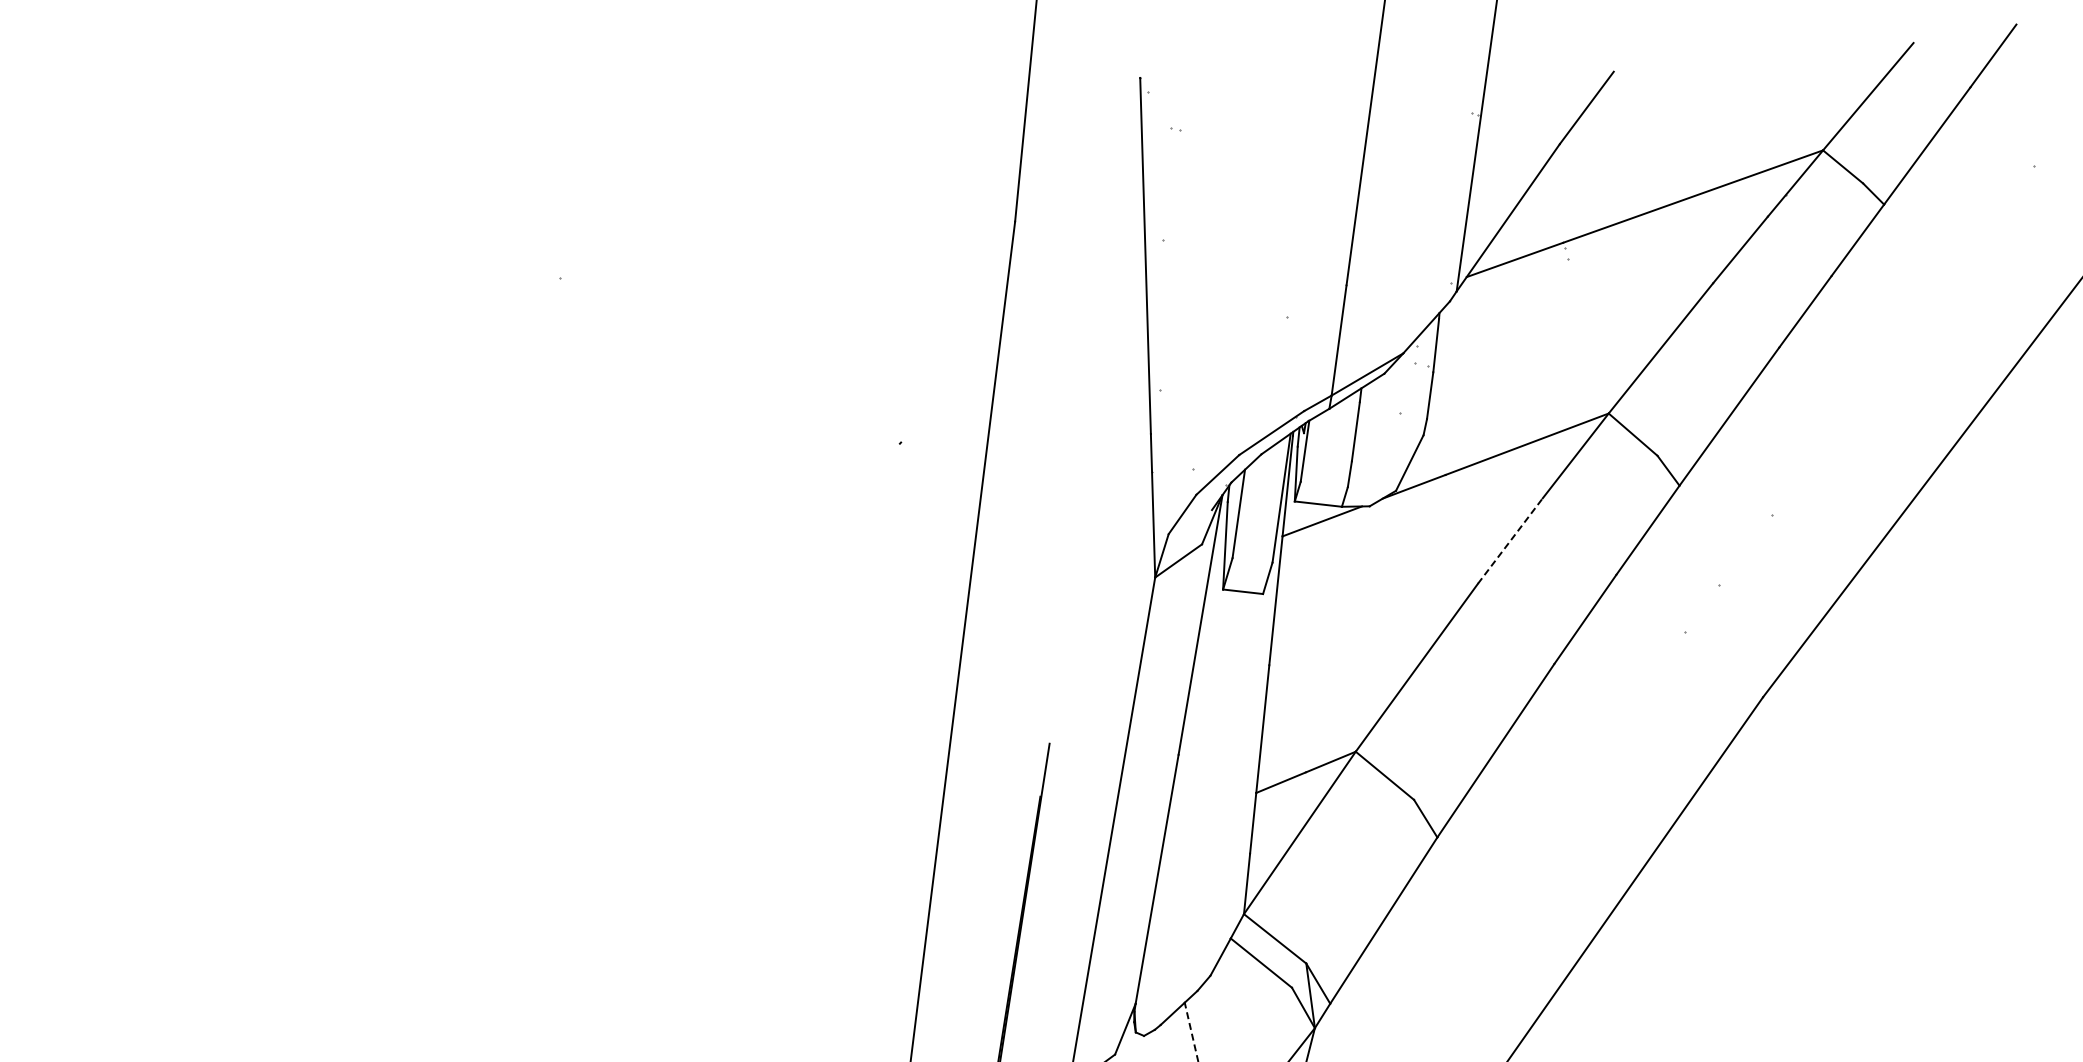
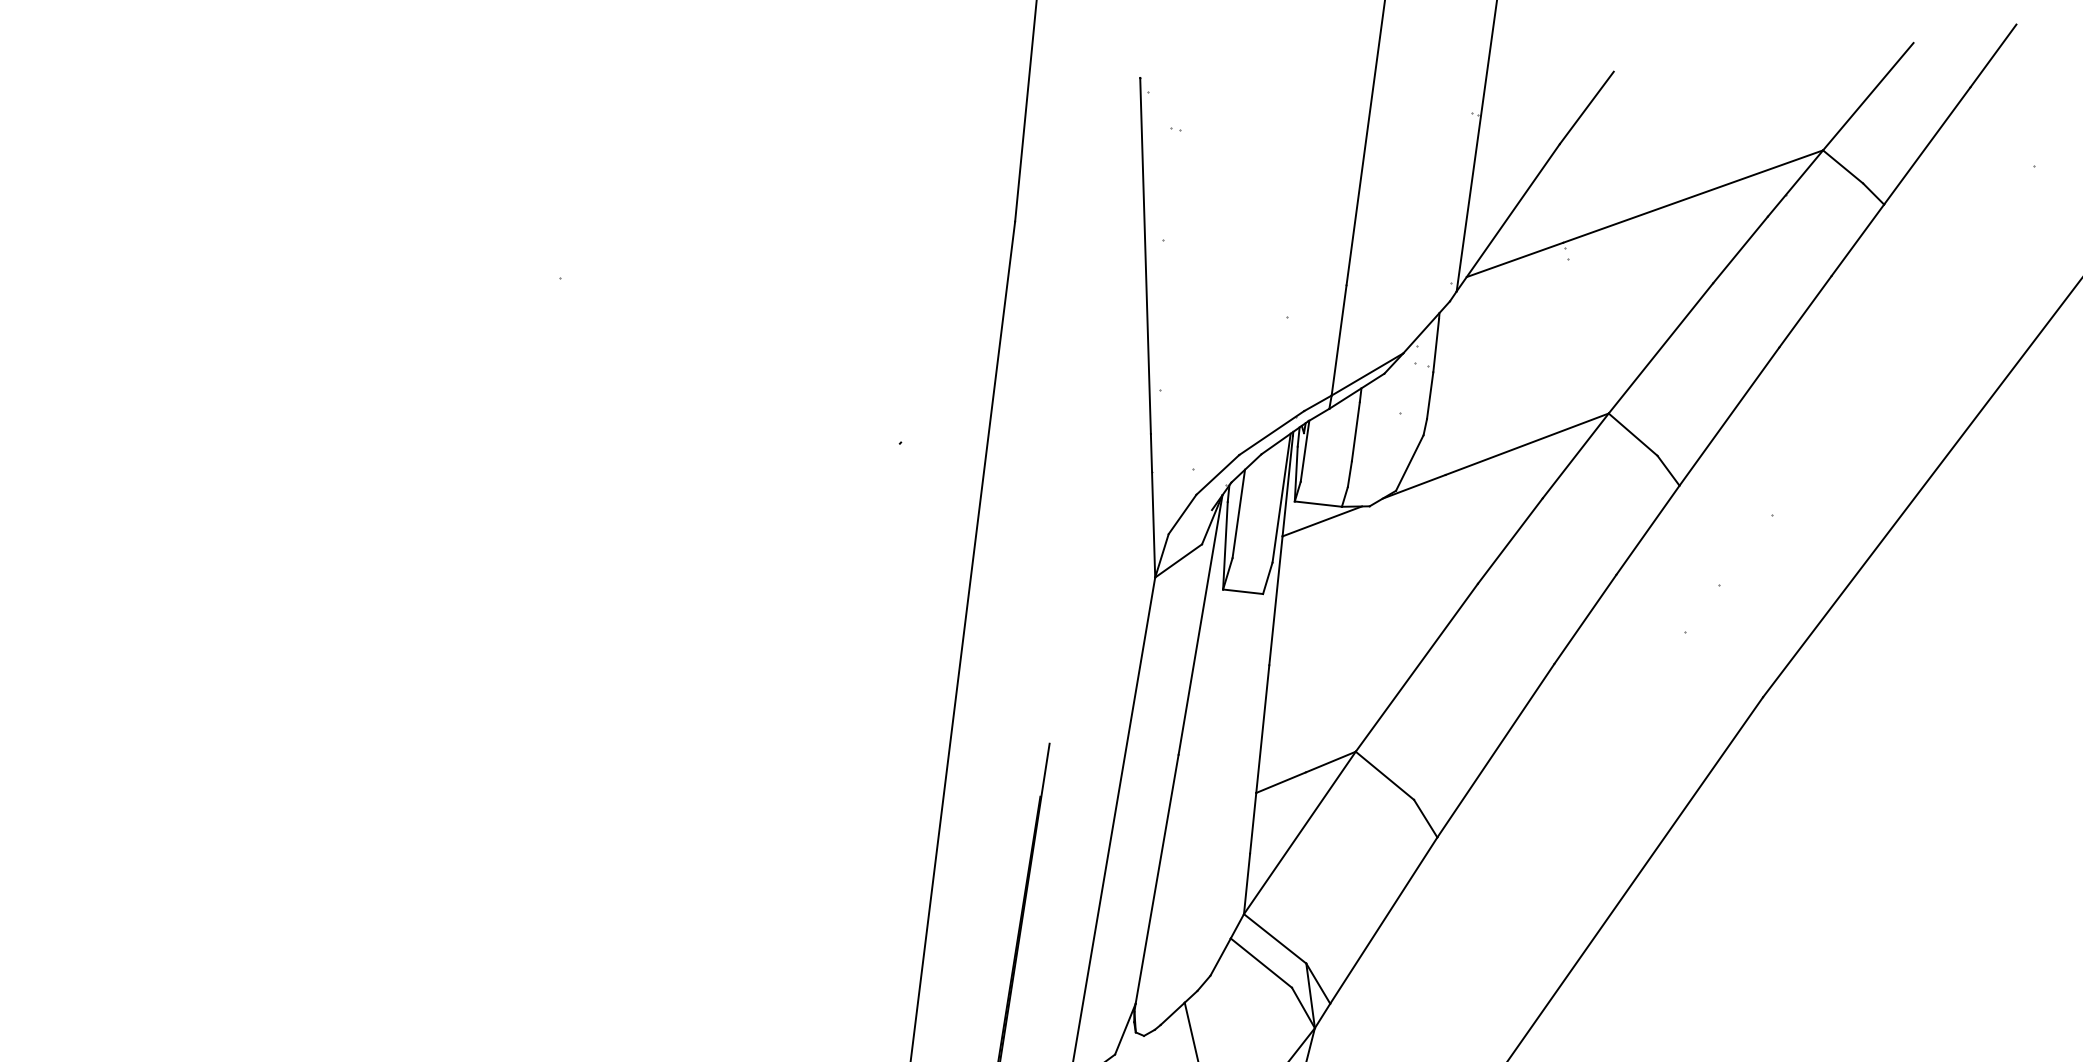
line at (1510, 541): dashed -> solid
line at (1191, 1031): dashed -> solid
